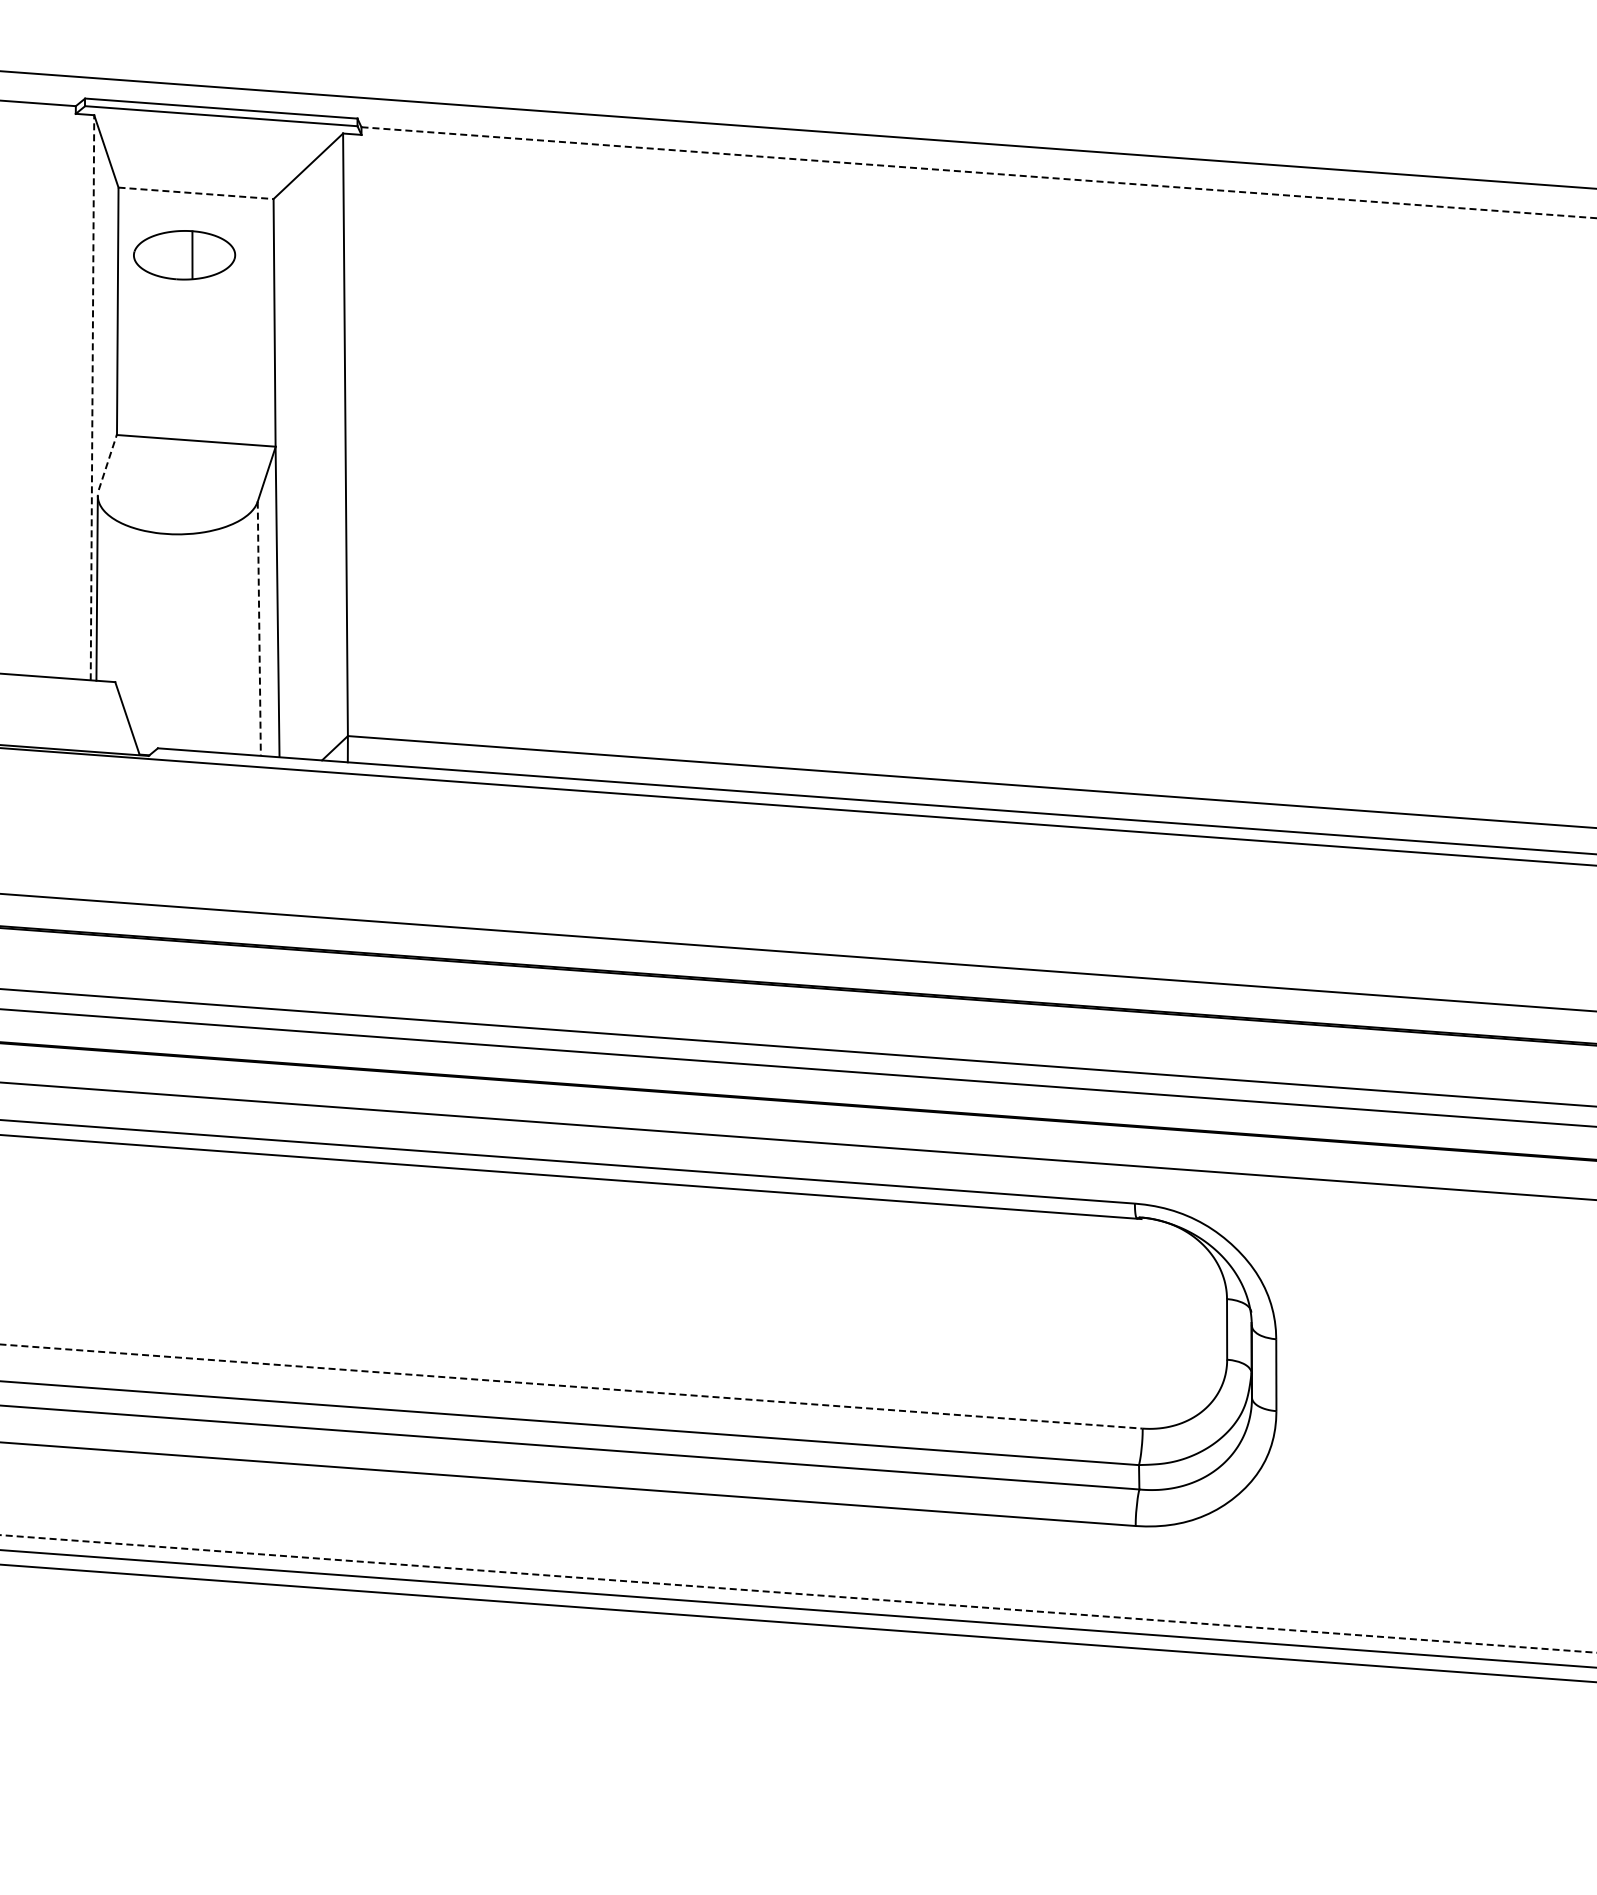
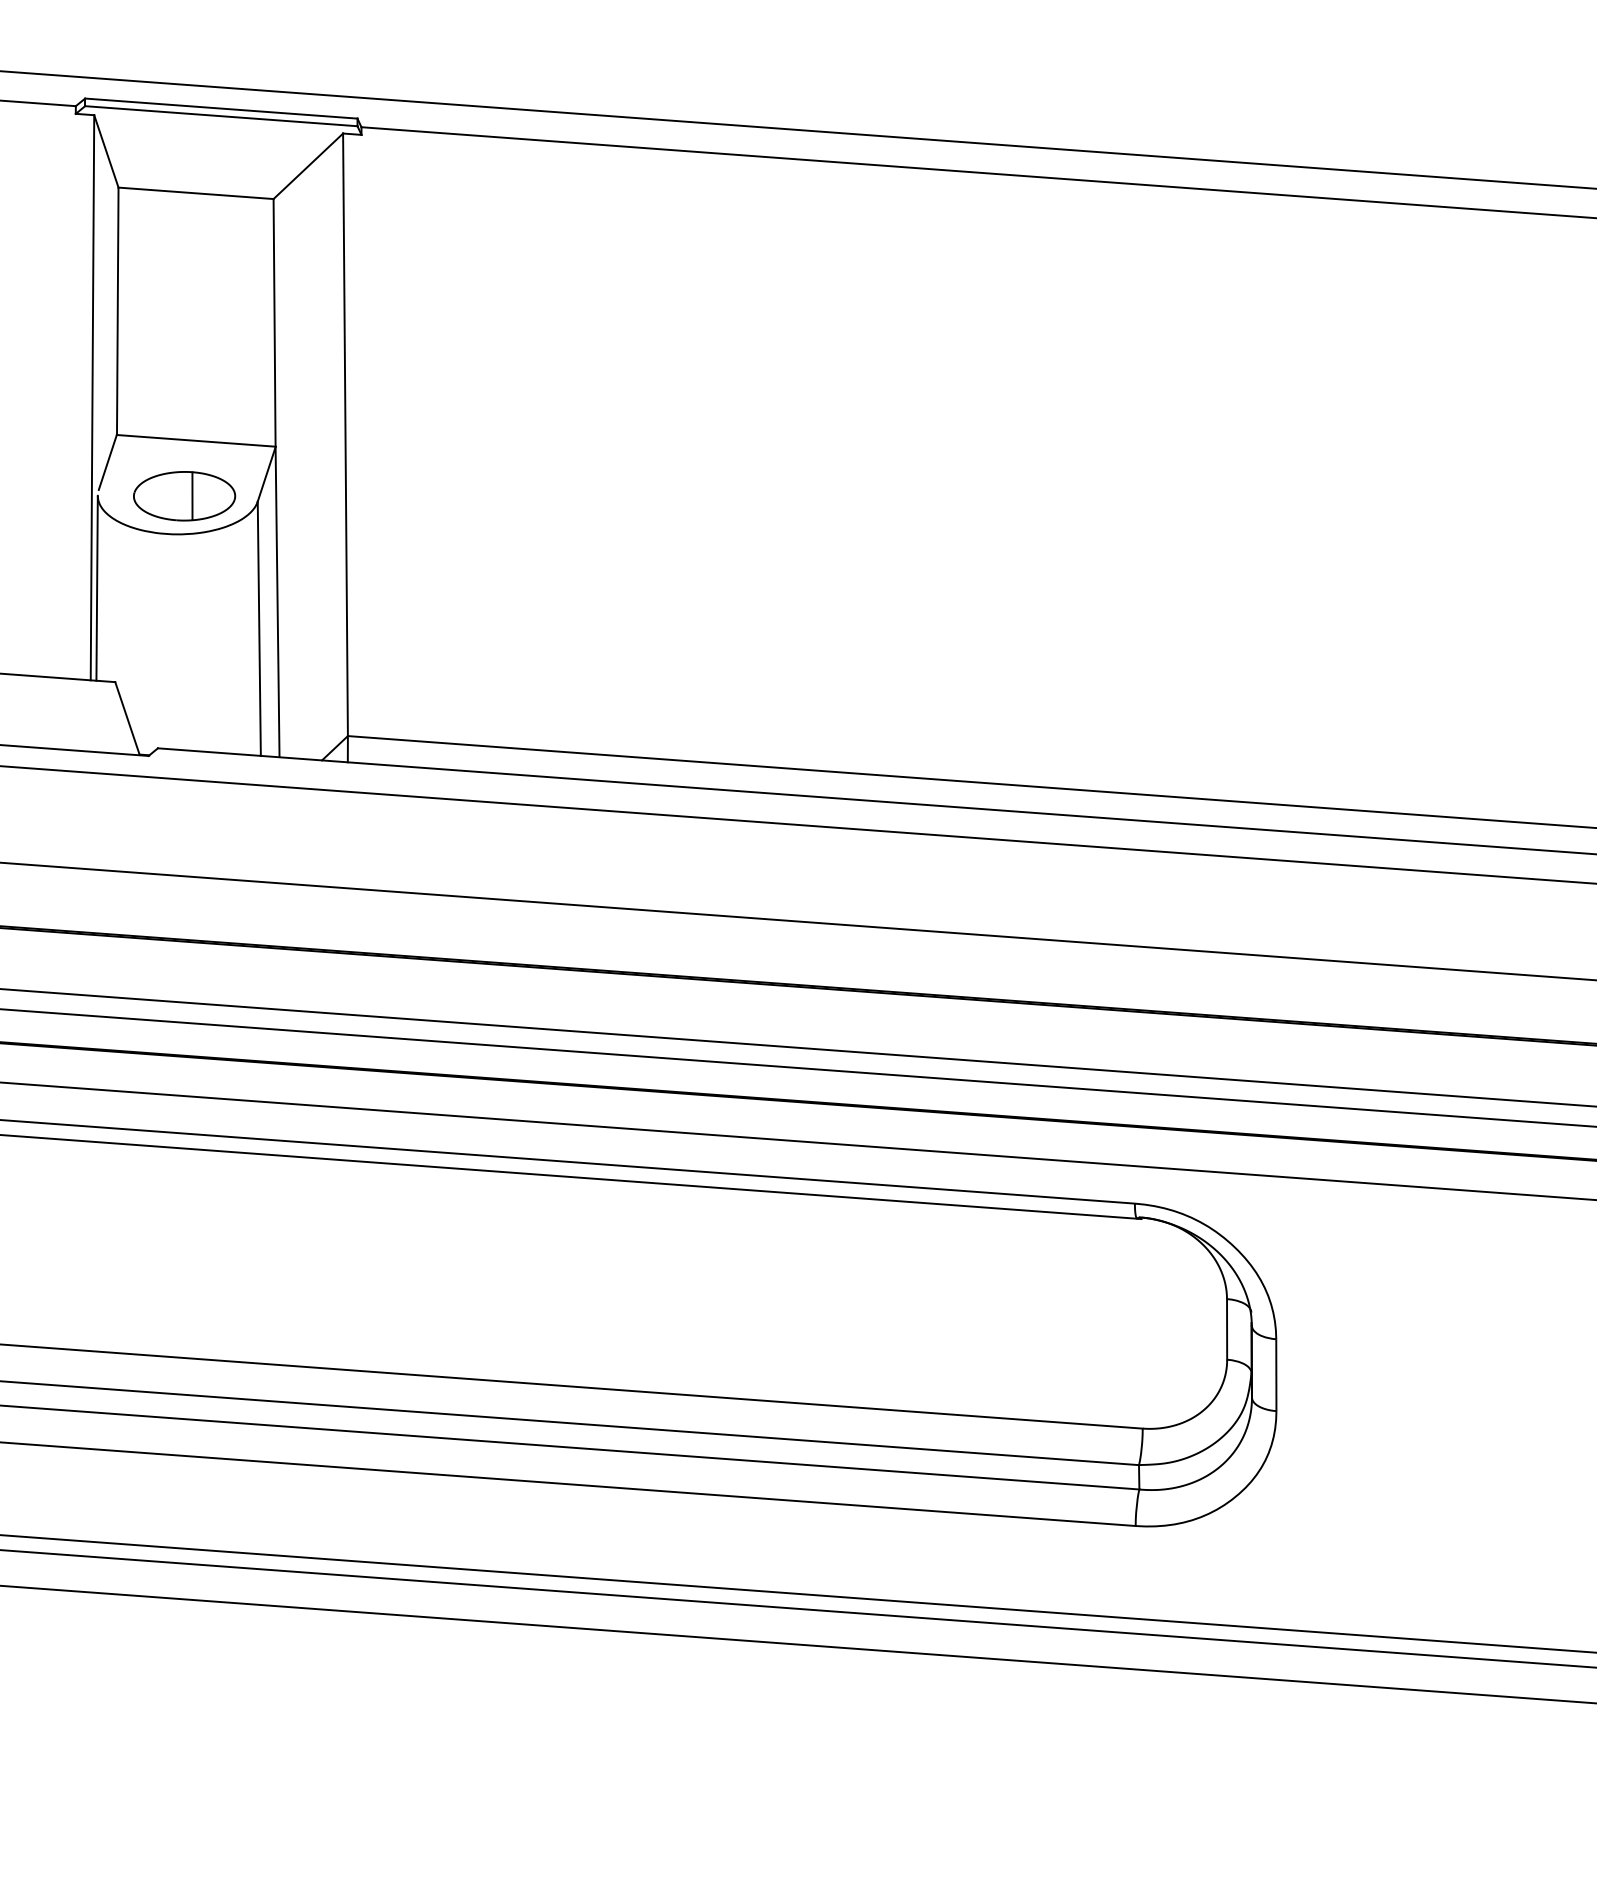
line at (979, 172): dashed -> solid
line at (196, 193): dashed -> solid
part at (184, 255) position: (184, 255) -> (184, 496)
line at (92, 397): dashed -> solid
line at (107, 462): dashed -> solid
line at (259, 629): dashed -> solid
line at (797, 806) position: (797, 806) -> (797, 824)
line at (797, 952) position: (797, 952) -> (797, 921)
line at (571, 1386): dashed -> solid
line at (798, 1593): dashed -> solid
line at (797, 1623) position: (797, 1623) -> (797, 1644)
